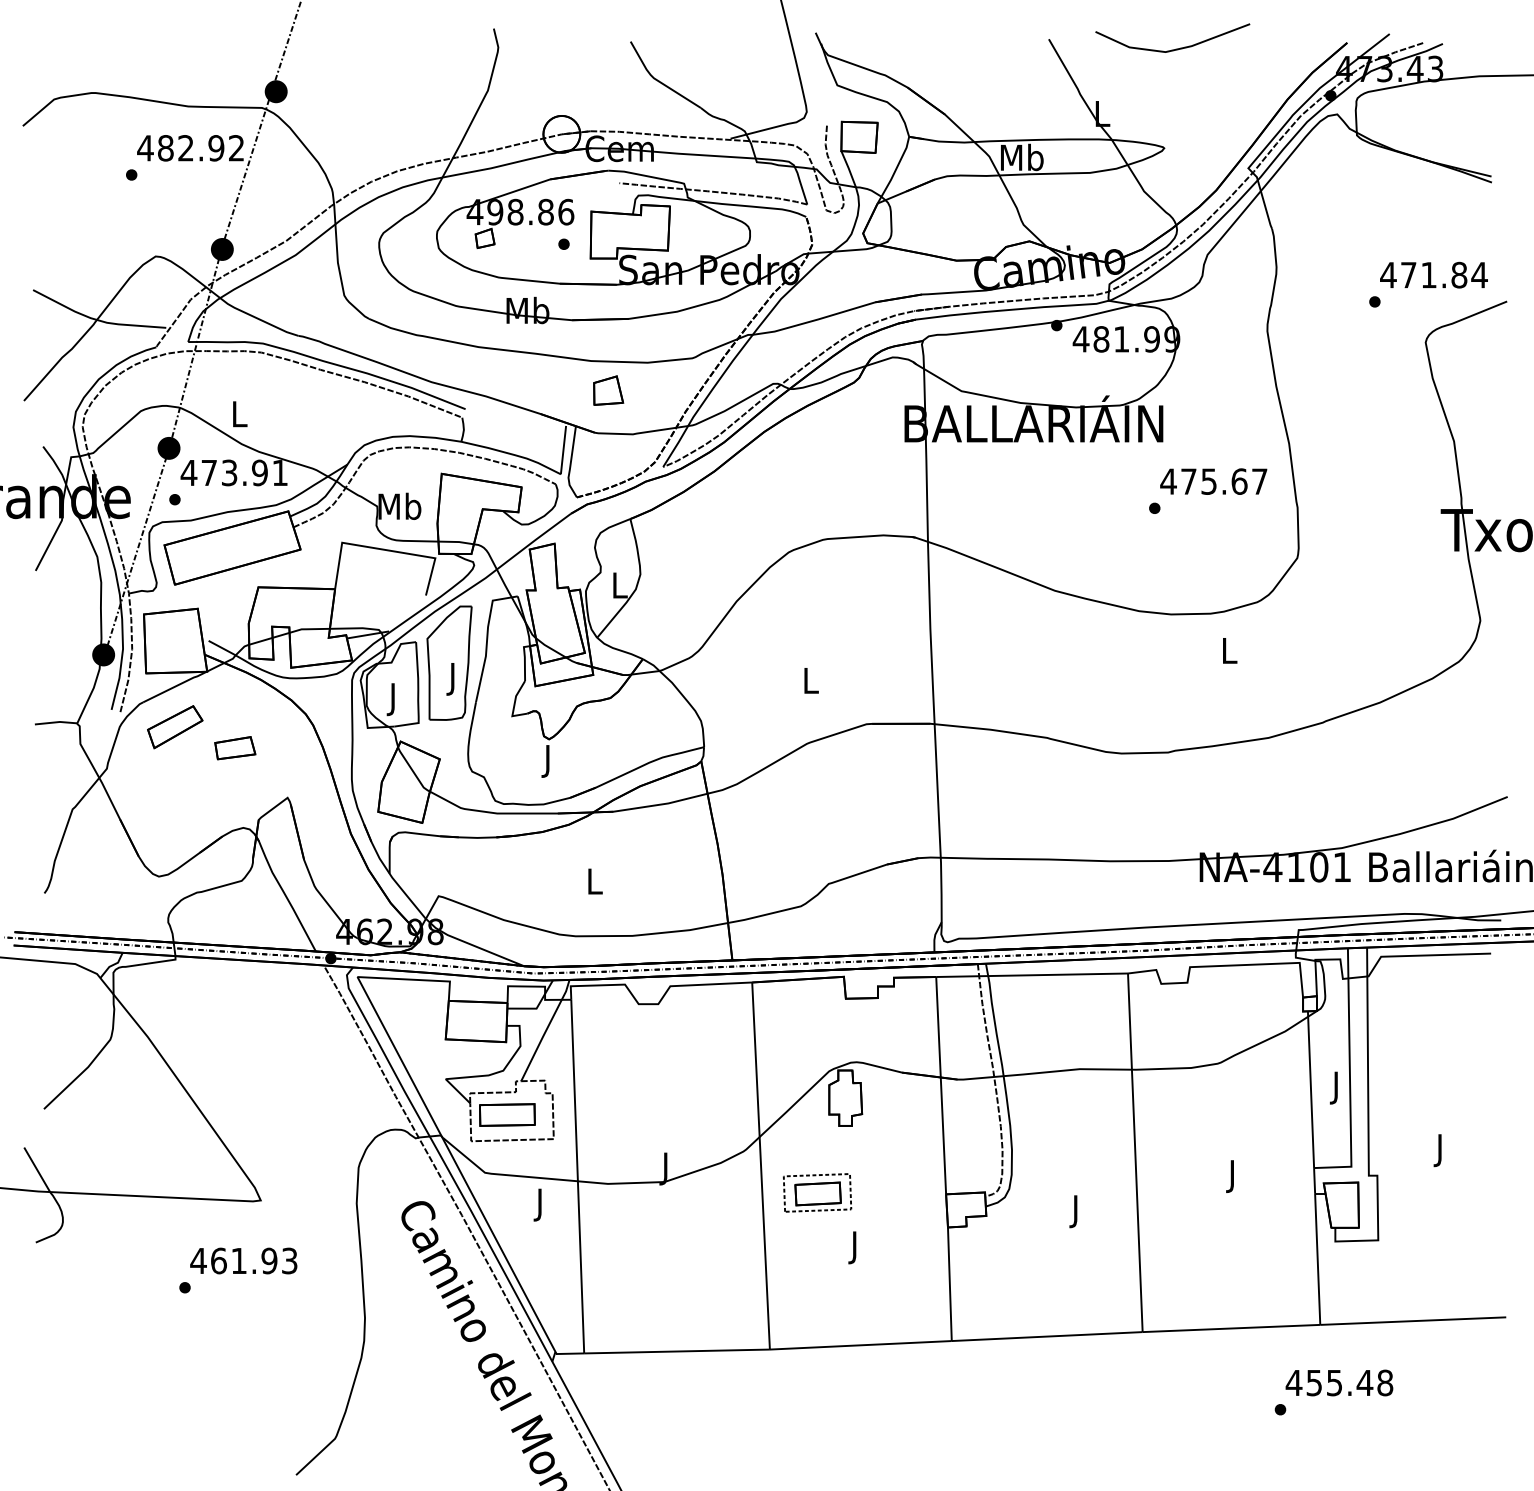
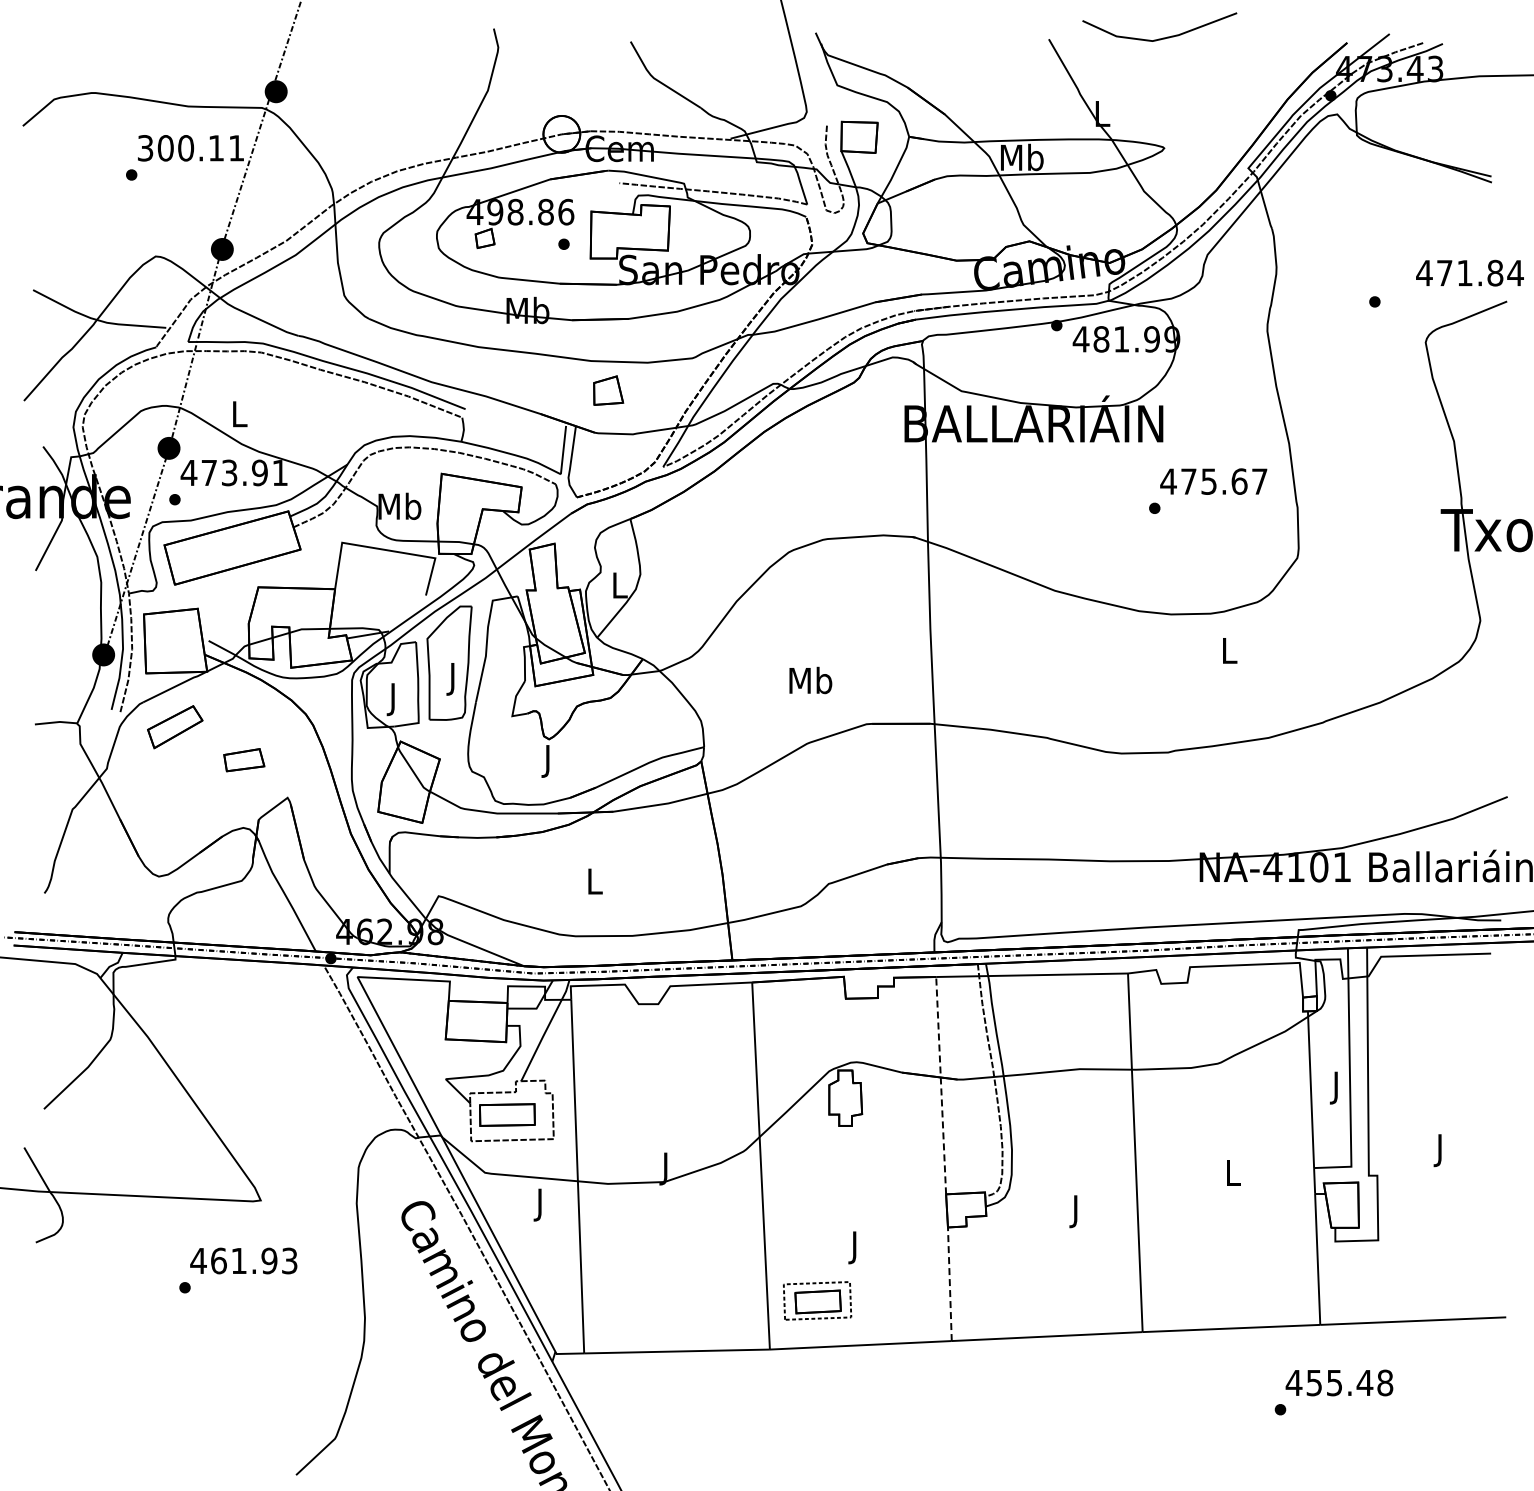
line at (1175, 48) position: (1175, 48) -> (1162, 37)
text at (190, 148): 482.92 -> 300.11
text at (1433, 274) position: (1433, 274) -> (1469, 272)
text at (810, 680): L -> Mb
part at (235, 748) position: (235, 748) -> (244, 760)
line at (941, 1085): solid -> dashed
text at (1233, 1176): J -> L
part at (817, 1192) position: (817, 1192) -> (817, 1300)
line at (949, 1284): solid -> dashed
